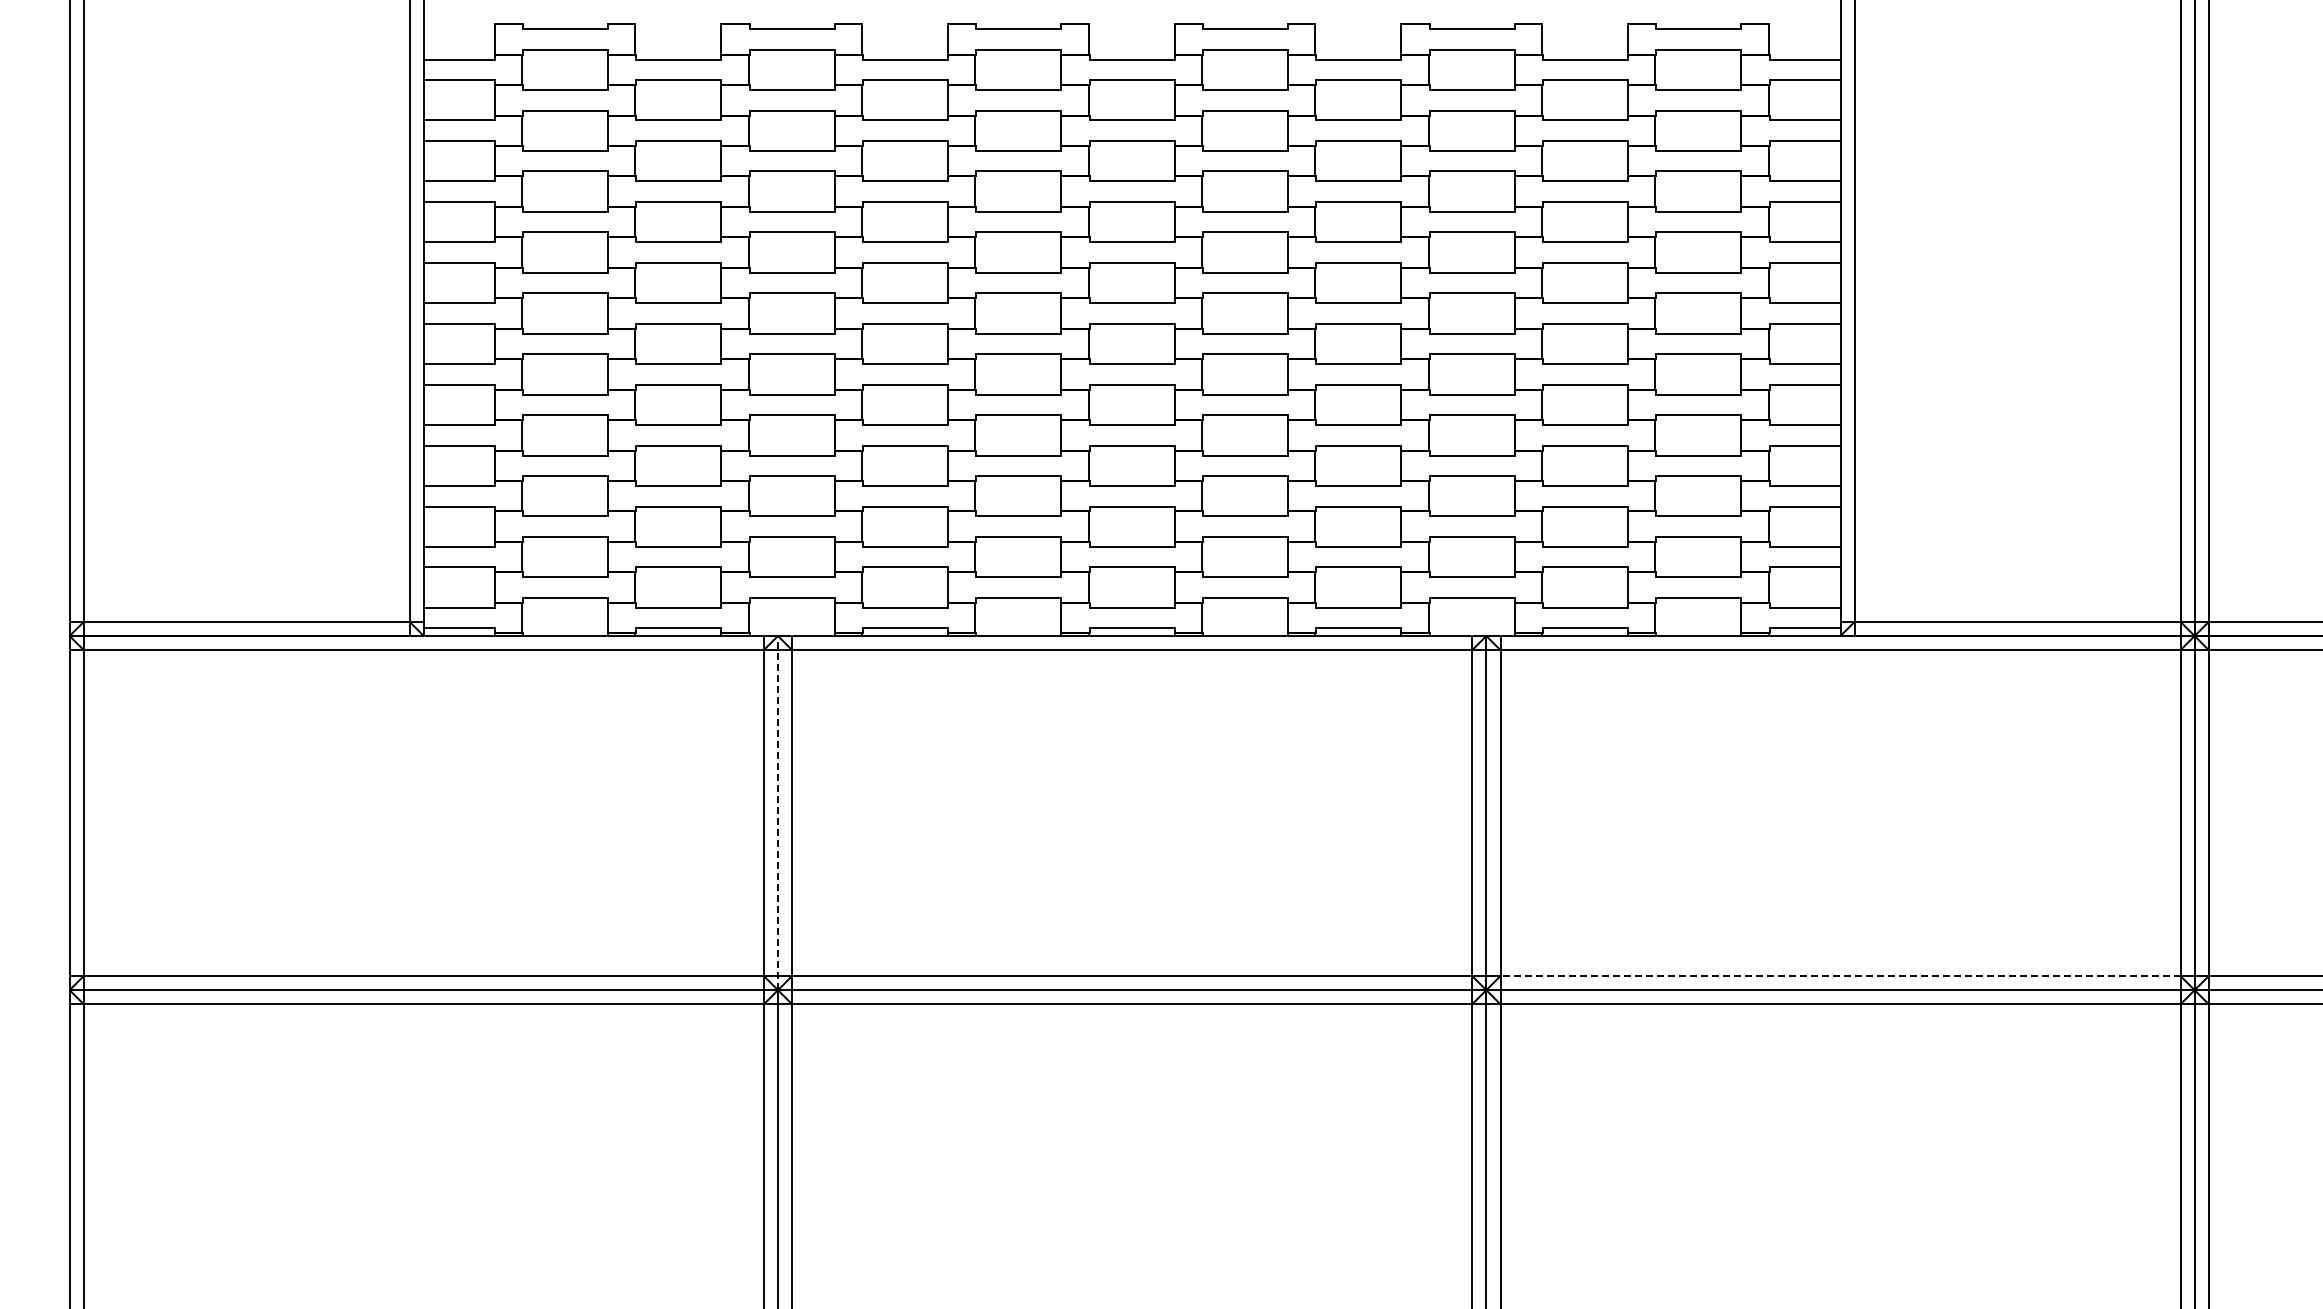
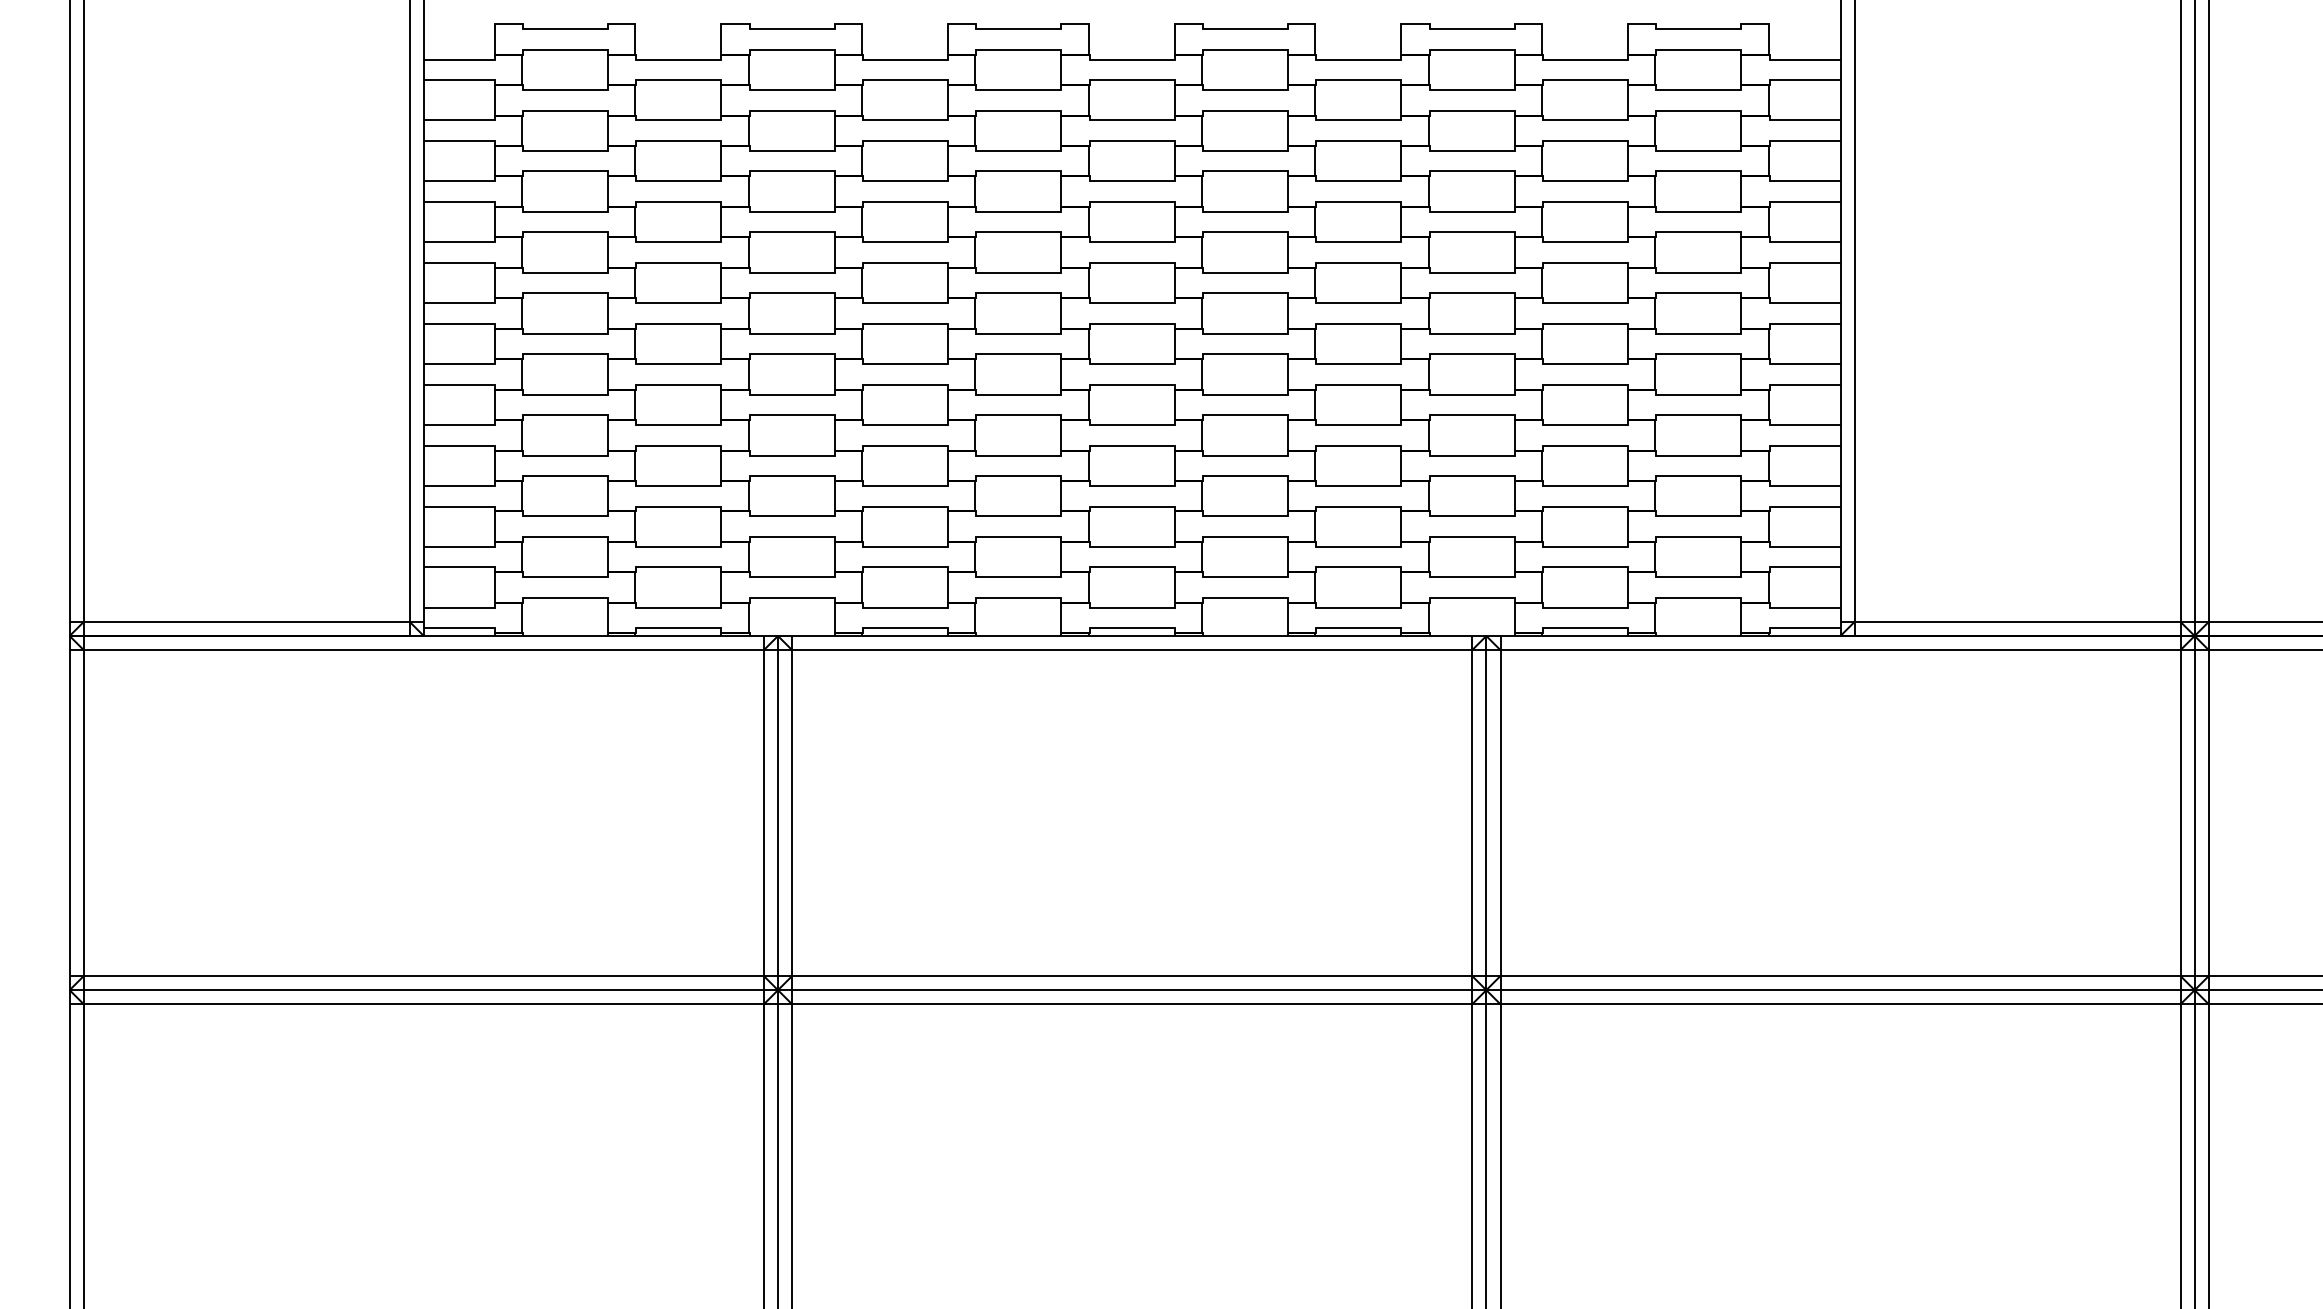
line at (778, 813): dashed -> solid
line at (1840, 976): dashed -> solid
